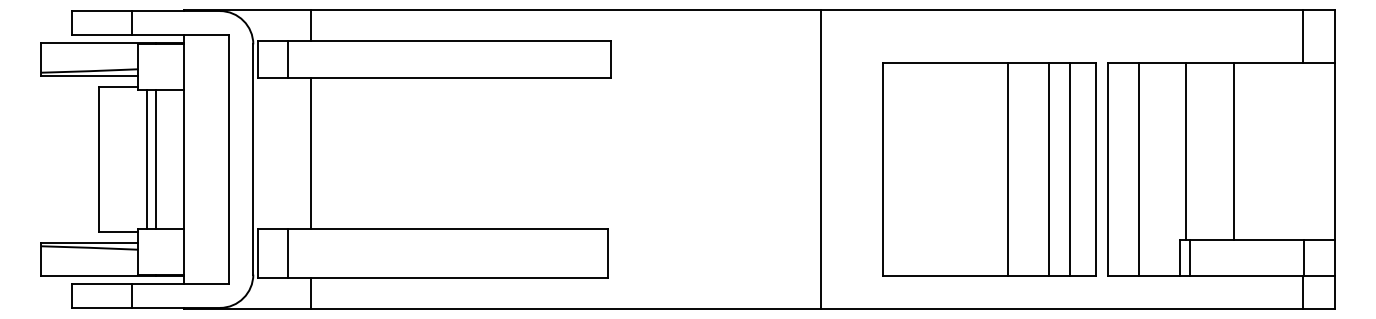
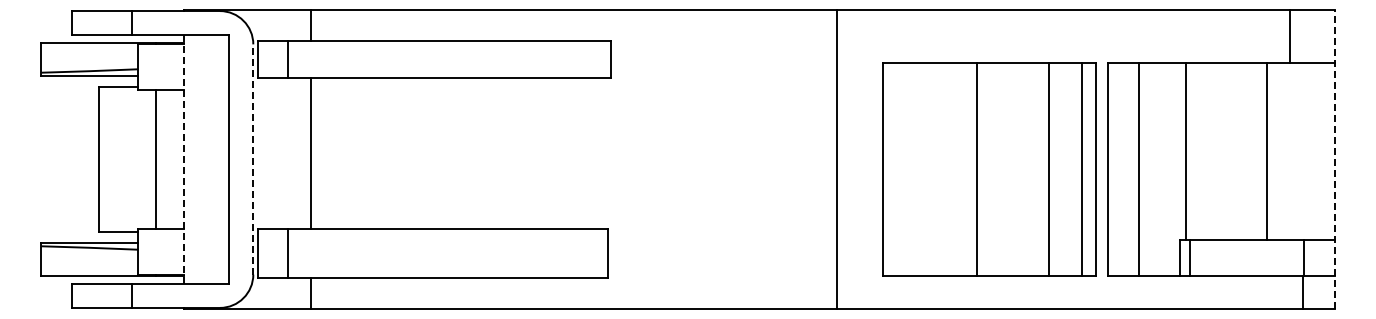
line at (1302, 35) position: (1302, 35) -> (1289, 35)
line at (1233, 150) position: (1233, 150) -> (1266, 150)
line at (147, 159): present -> none
line at (253, 159): solid -> dashed
line at (820, 159) position: (820, 159) -> (836, 159)
line at (1334, 159): solid -> dashed
line at (183, 160): solid -> dashed
line at (1008, 169) position: (1008, 169) -> (977, 169)
line at (1069, 169) position: (1069, 169) -> (1081, 169)
